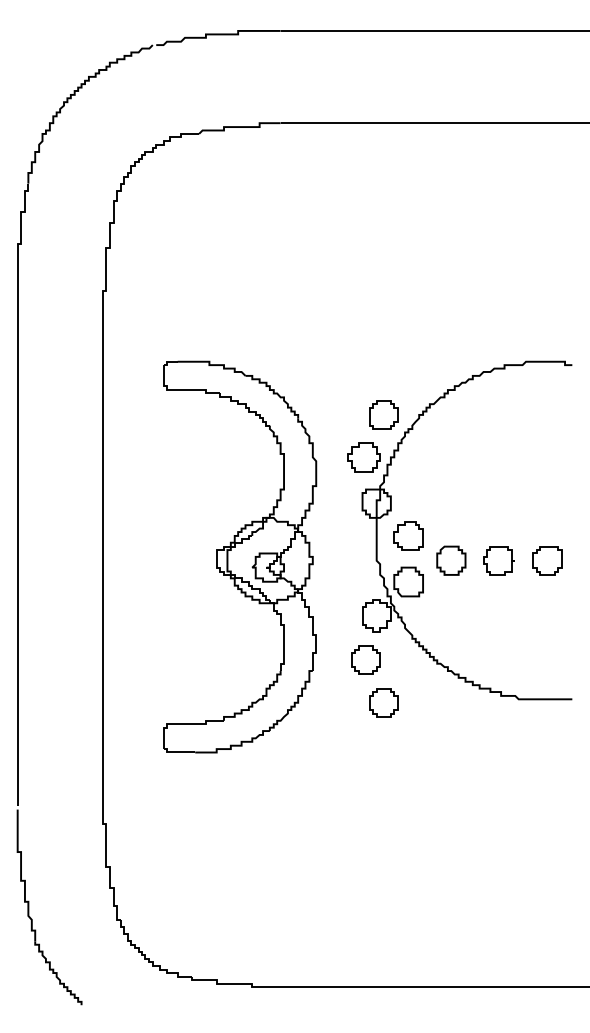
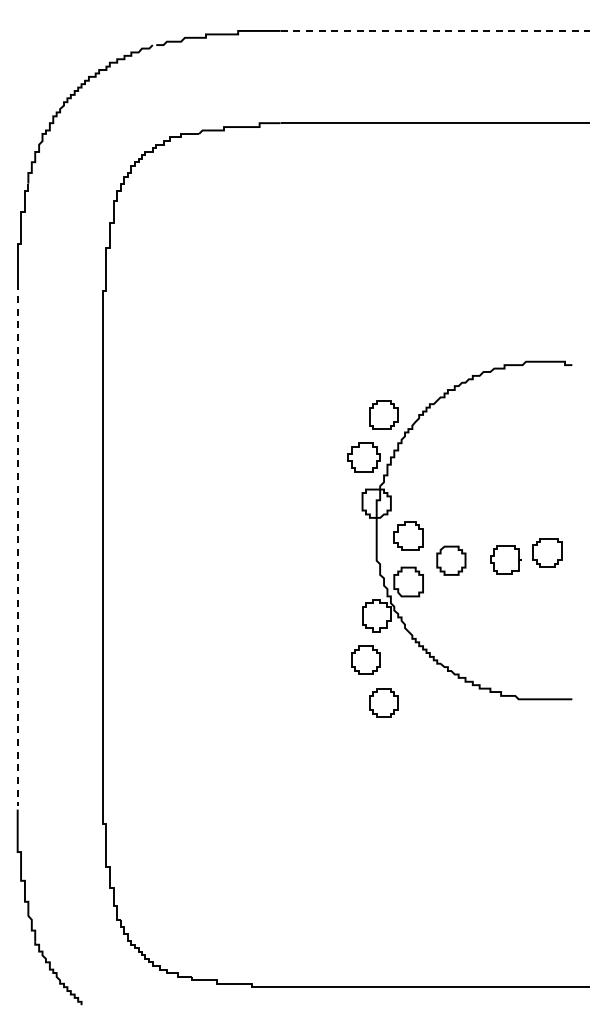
line at (435, 30): solid -> dashed
line at (17, 545): solid -> dashed
part at (240, 556): present -> none
part at (498, 560) position: (498, 560) -> (505, 559)
part at (547, 560) position: (547, 560) -> (547, 552)
